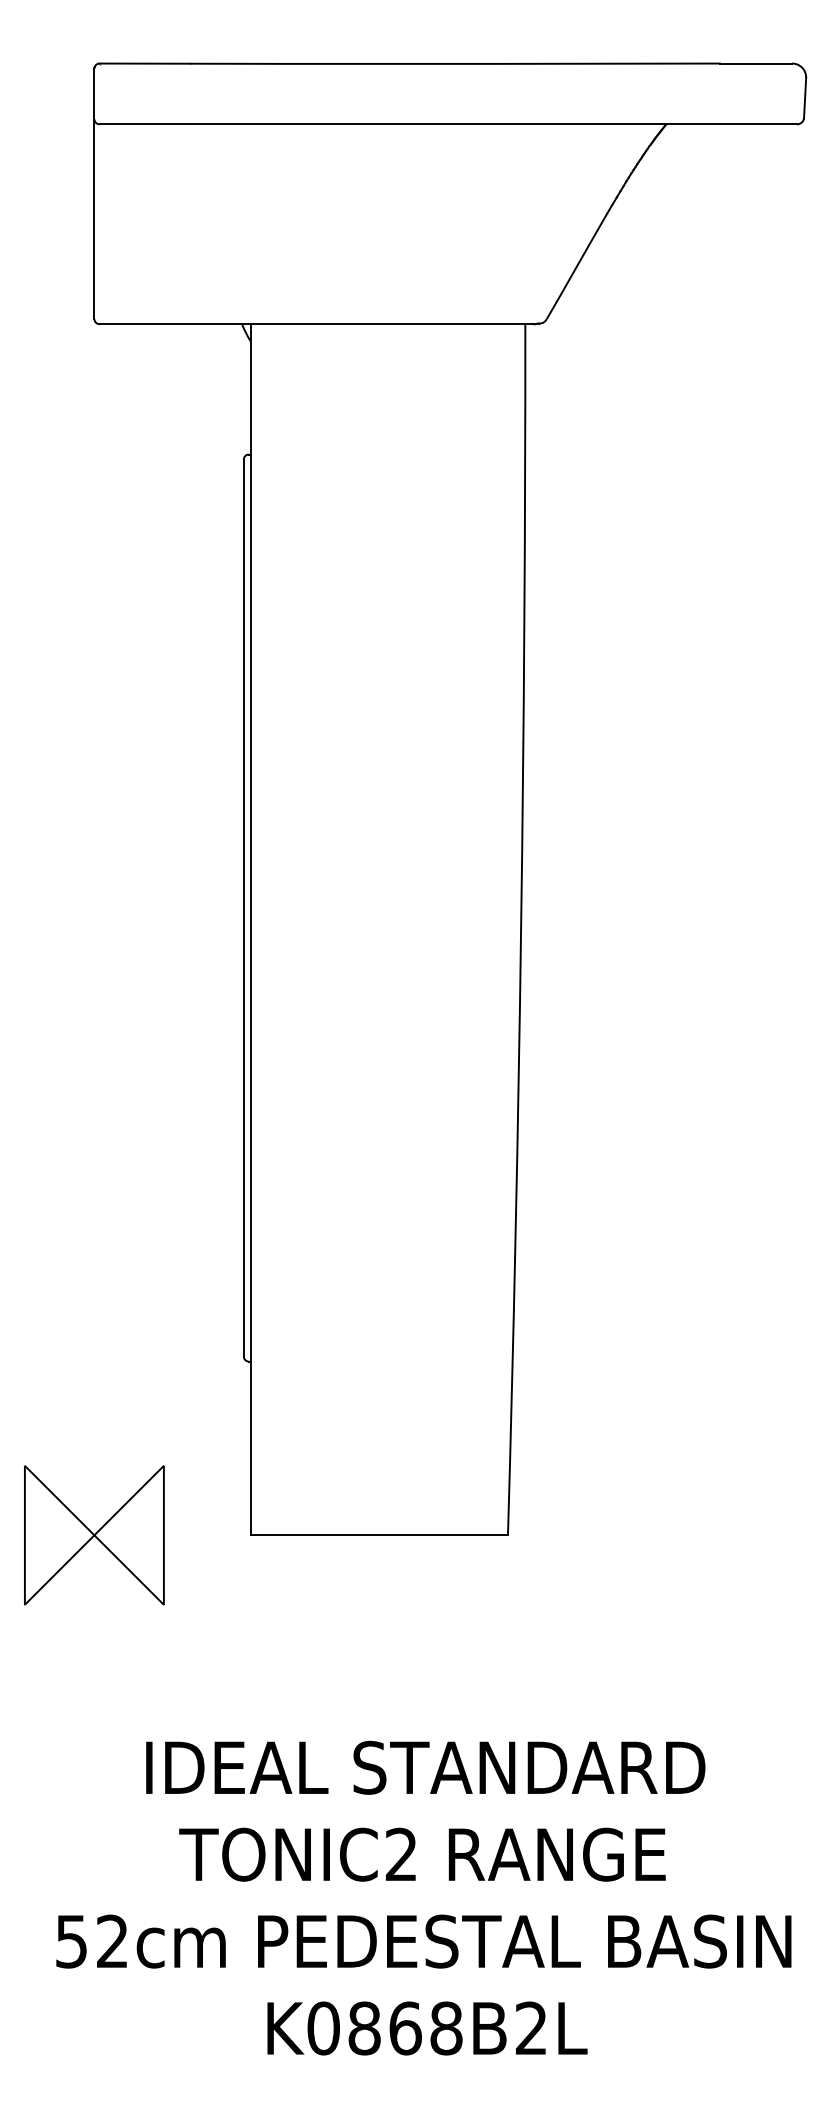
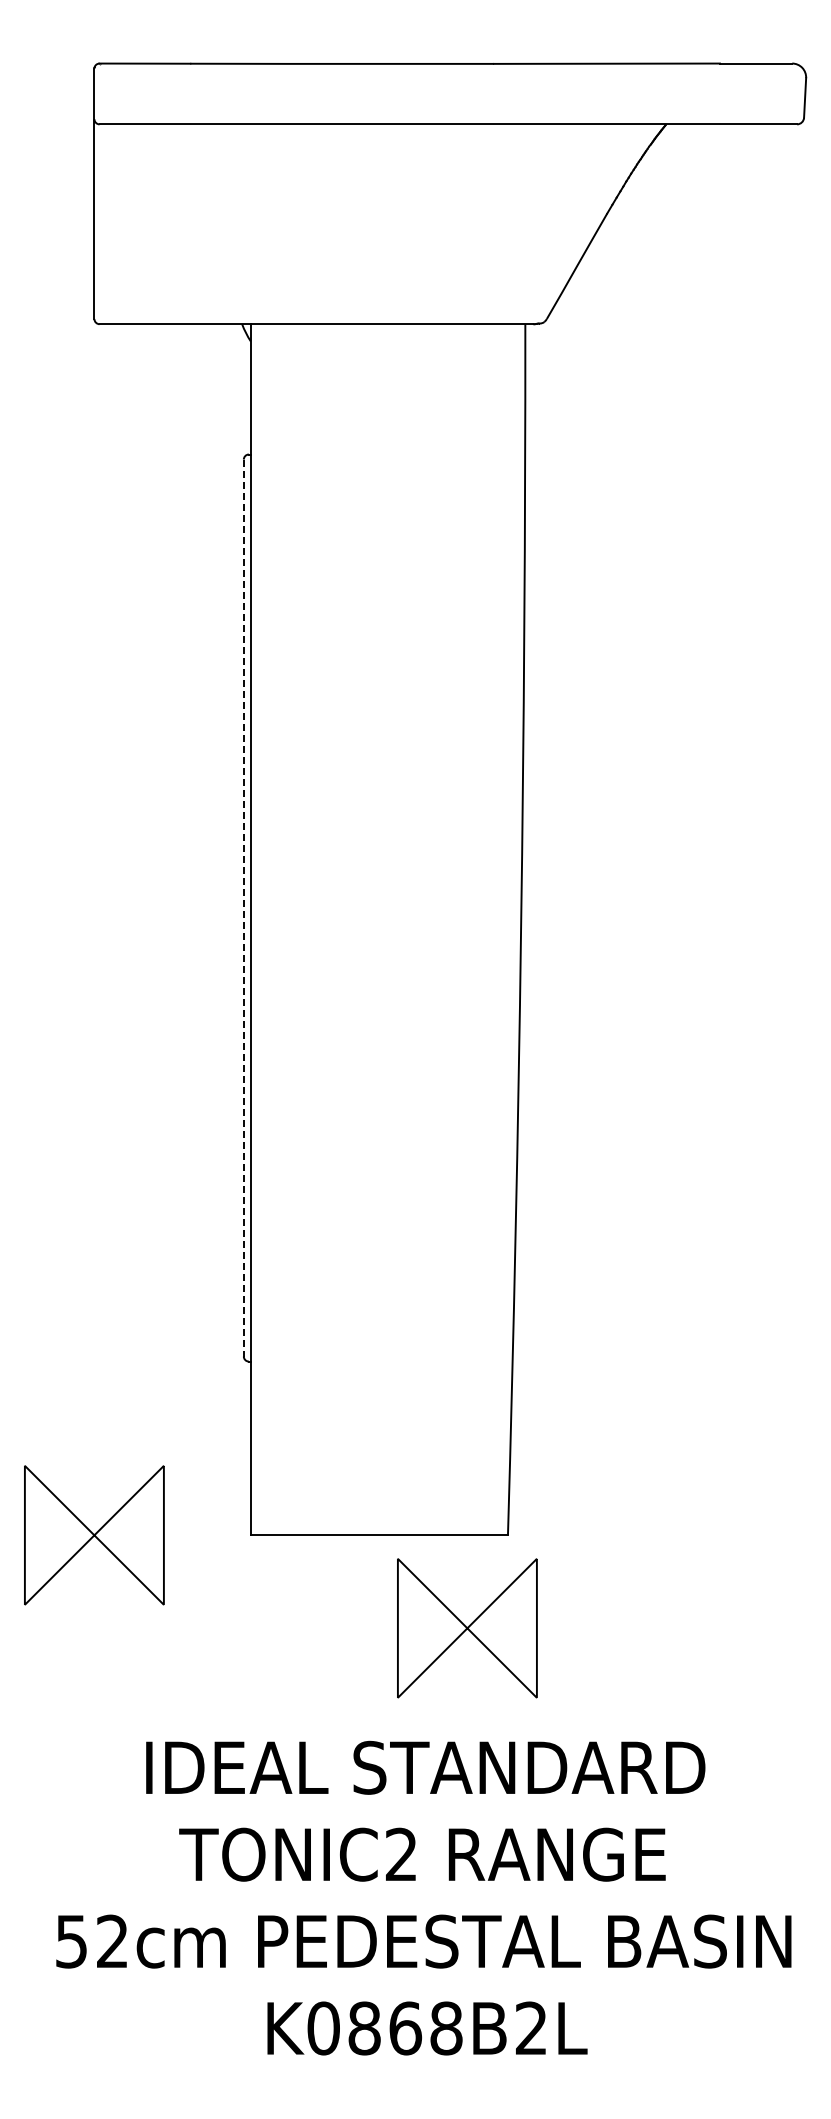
line at (243, 908): solid -> dashed
part at (467, 1628): none -> present
